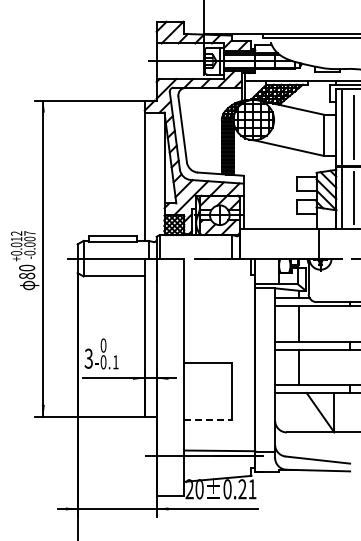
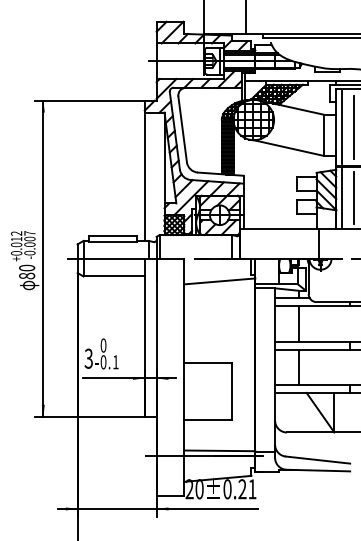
line at (245, 17): none -> present
line at (219, 281): none -> present
line at (207, 420): dashed -> solid
